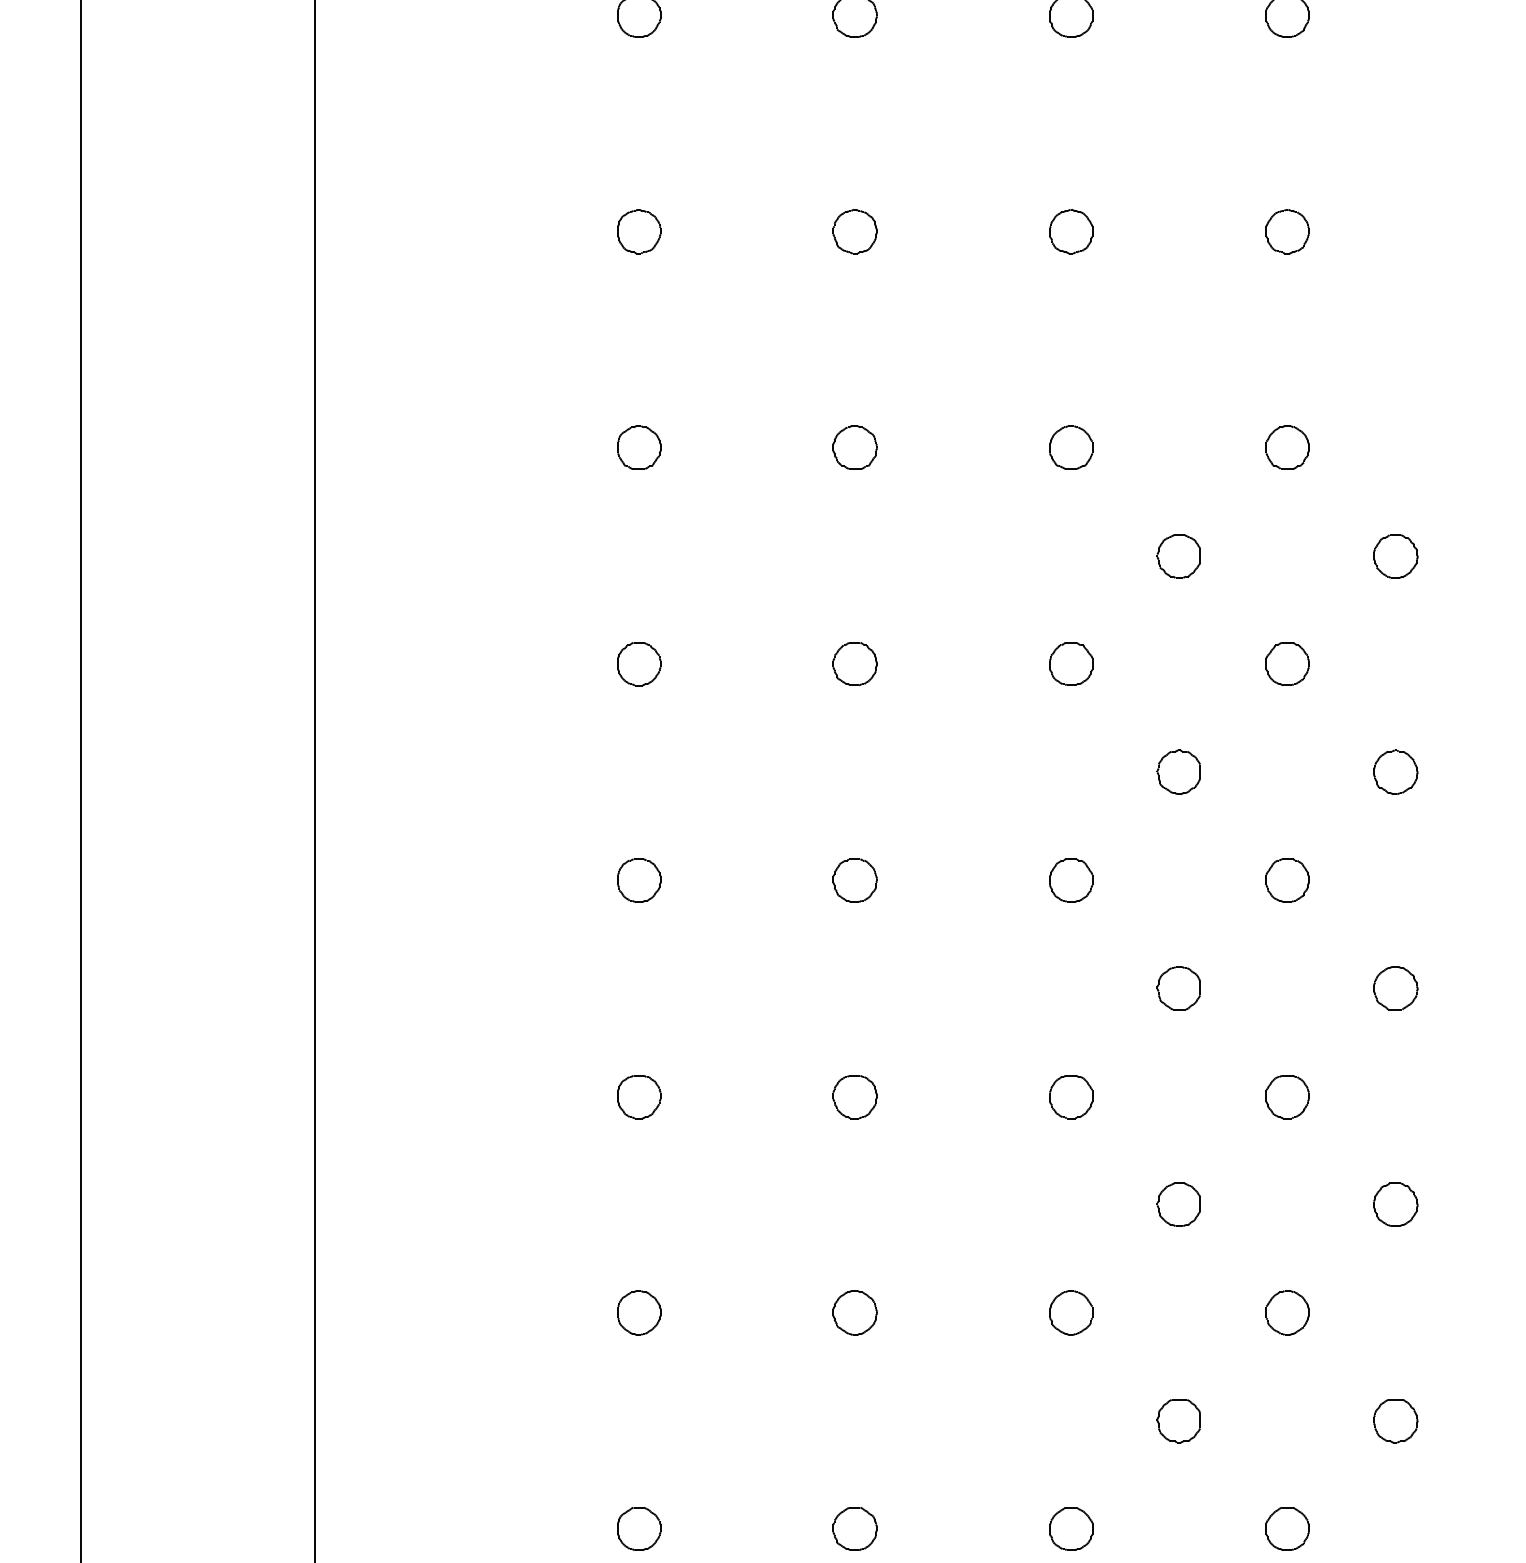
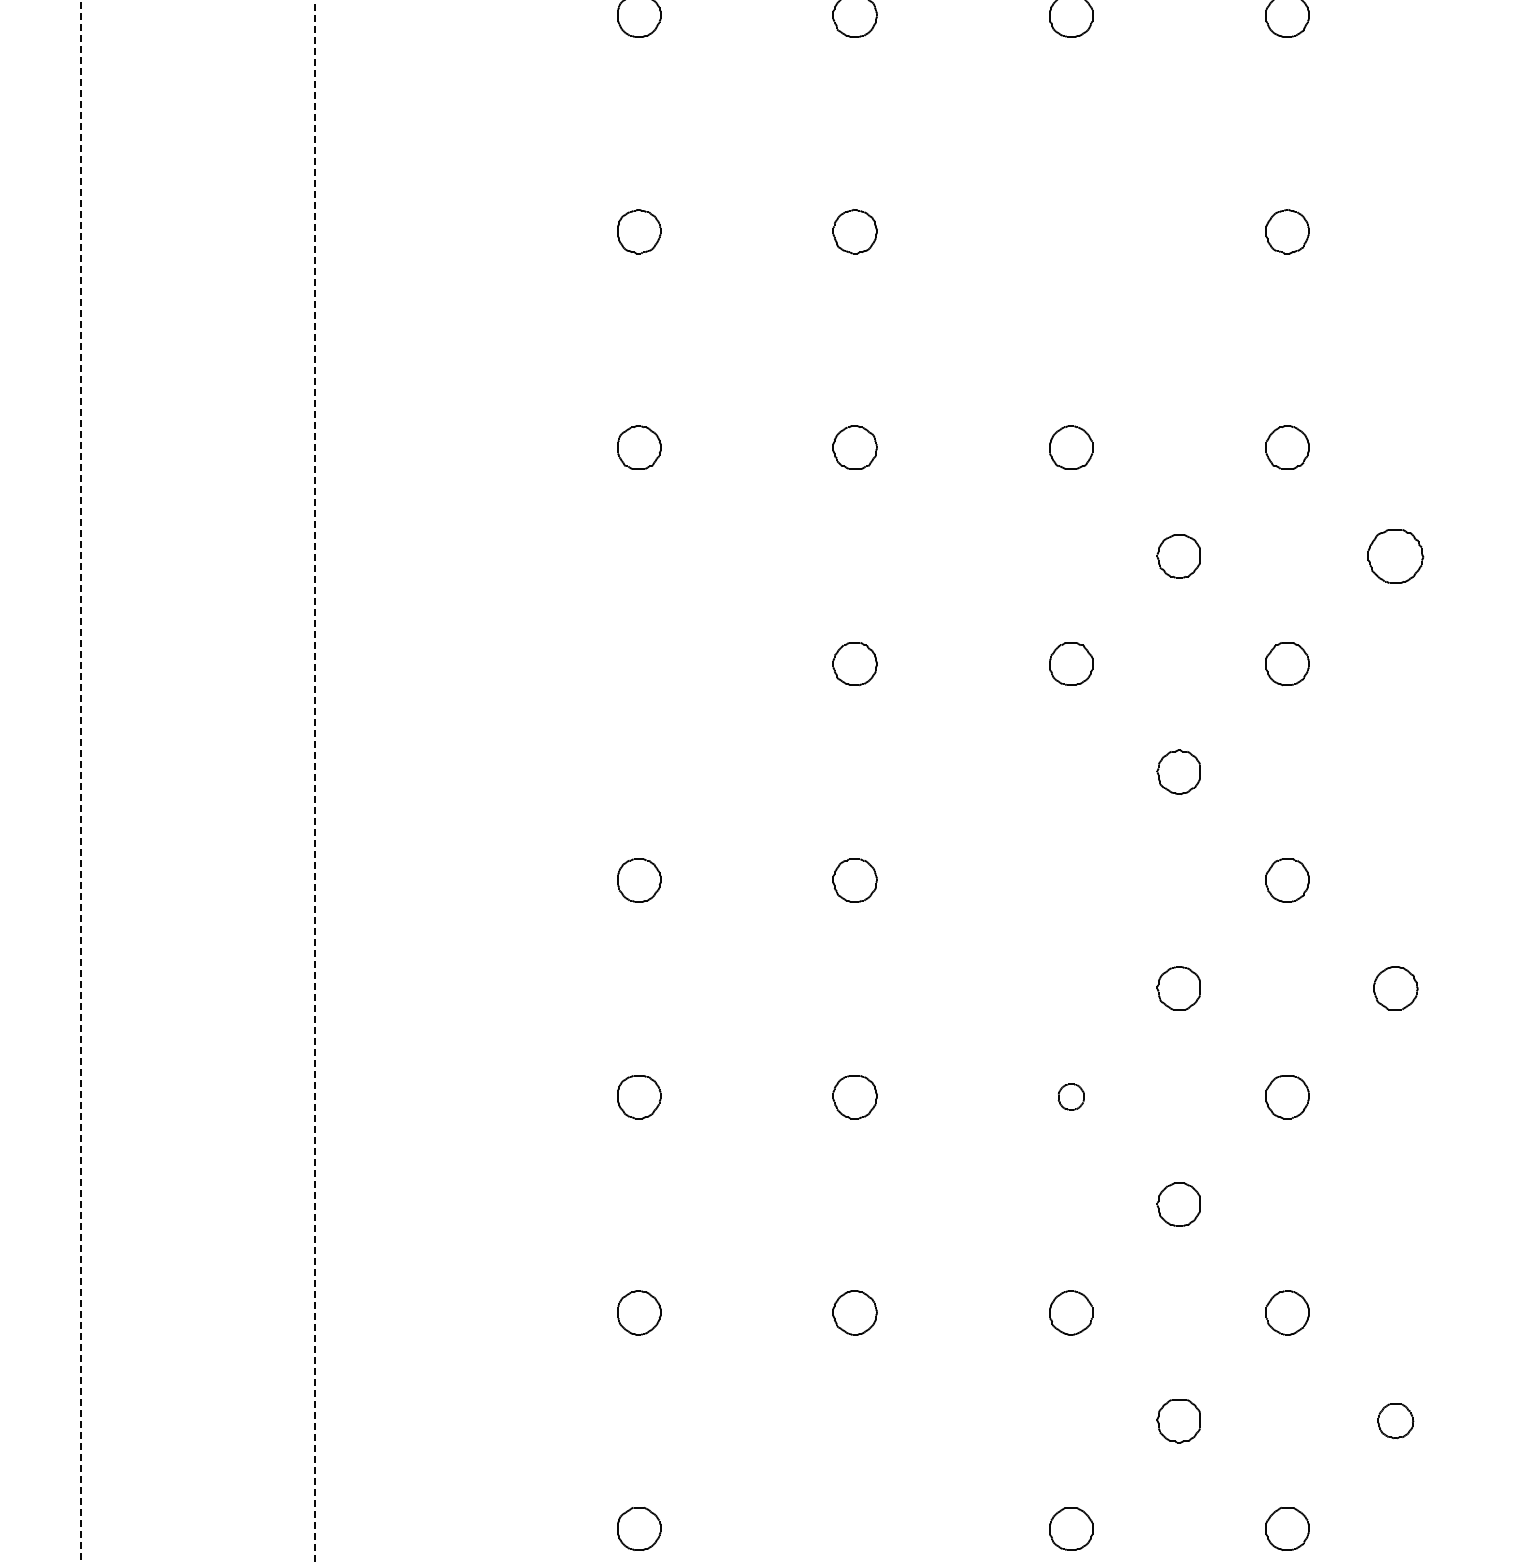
part at (1071, 231): present -> none
part at (1395, 556) size: 46x45 px -> 58x55 px
part at (639, 664): present -> none
part at (1395, 771): present -> none
line at (81, 781): solid -> dashed
line at (314, 781): solid -> dashed
part at (1071, 880): present -> none
part at (1071, 1097) size: 45x45 px -> 28x28 px
part at (1395, 1204): present -> none
part at (1395, 1421) size: 46x45 px -> 38x37 px
part at (854, 1528): present -> none
